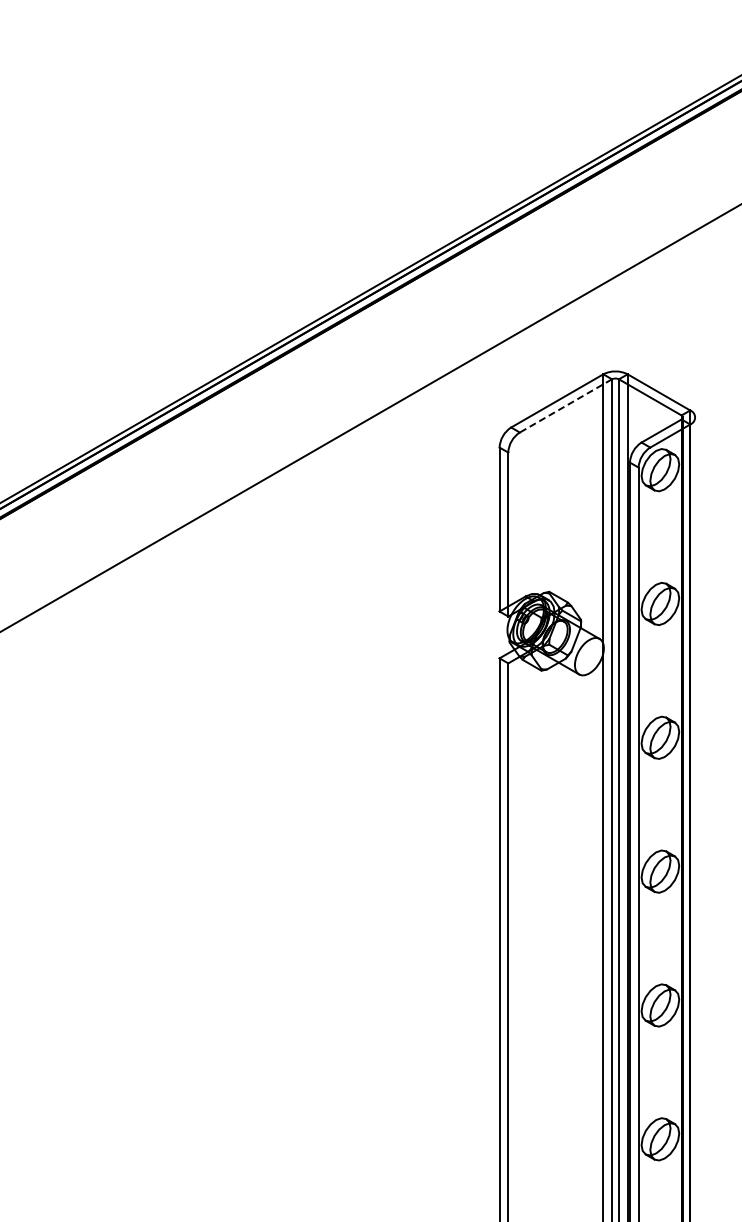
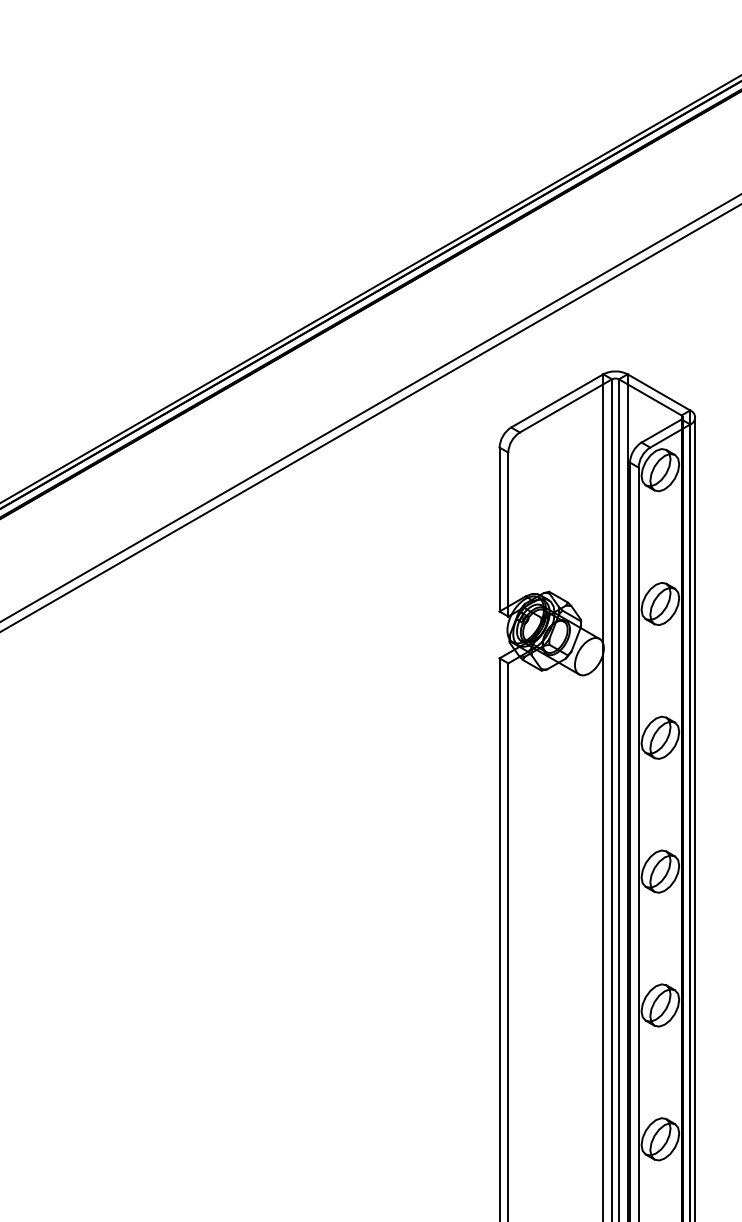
line at (565, 406): dashed -> solid
line at (370, 407): none -> present
line at (695, 817): none -> present
